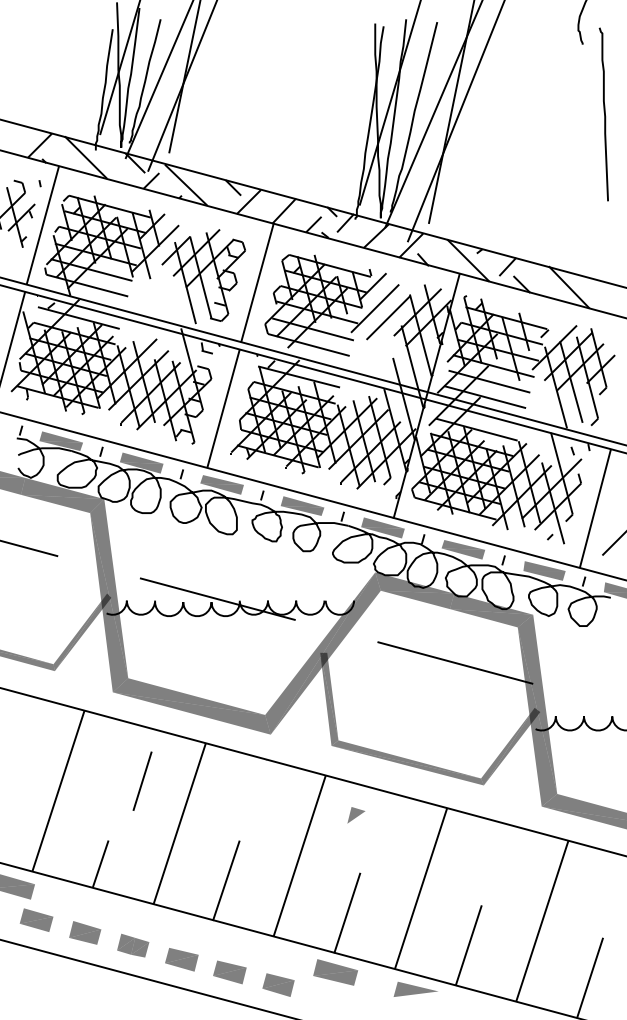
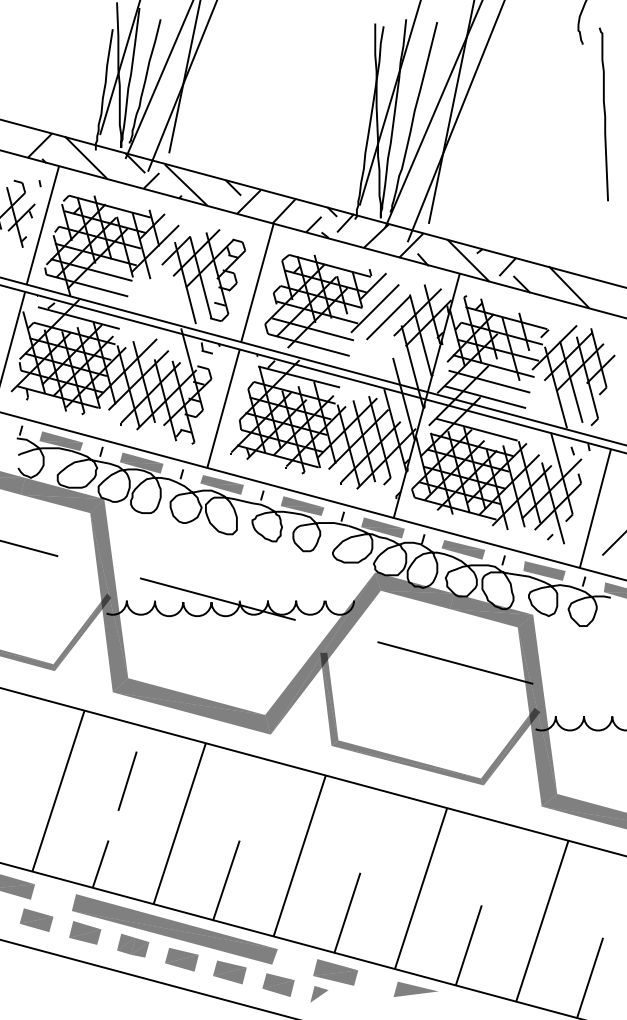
line at (142, 780) position: (142, 780) -> (127, 780)
part at (355, 815) position: (355, 815) -> (318, 994)
part at (174, 929): none -> present
